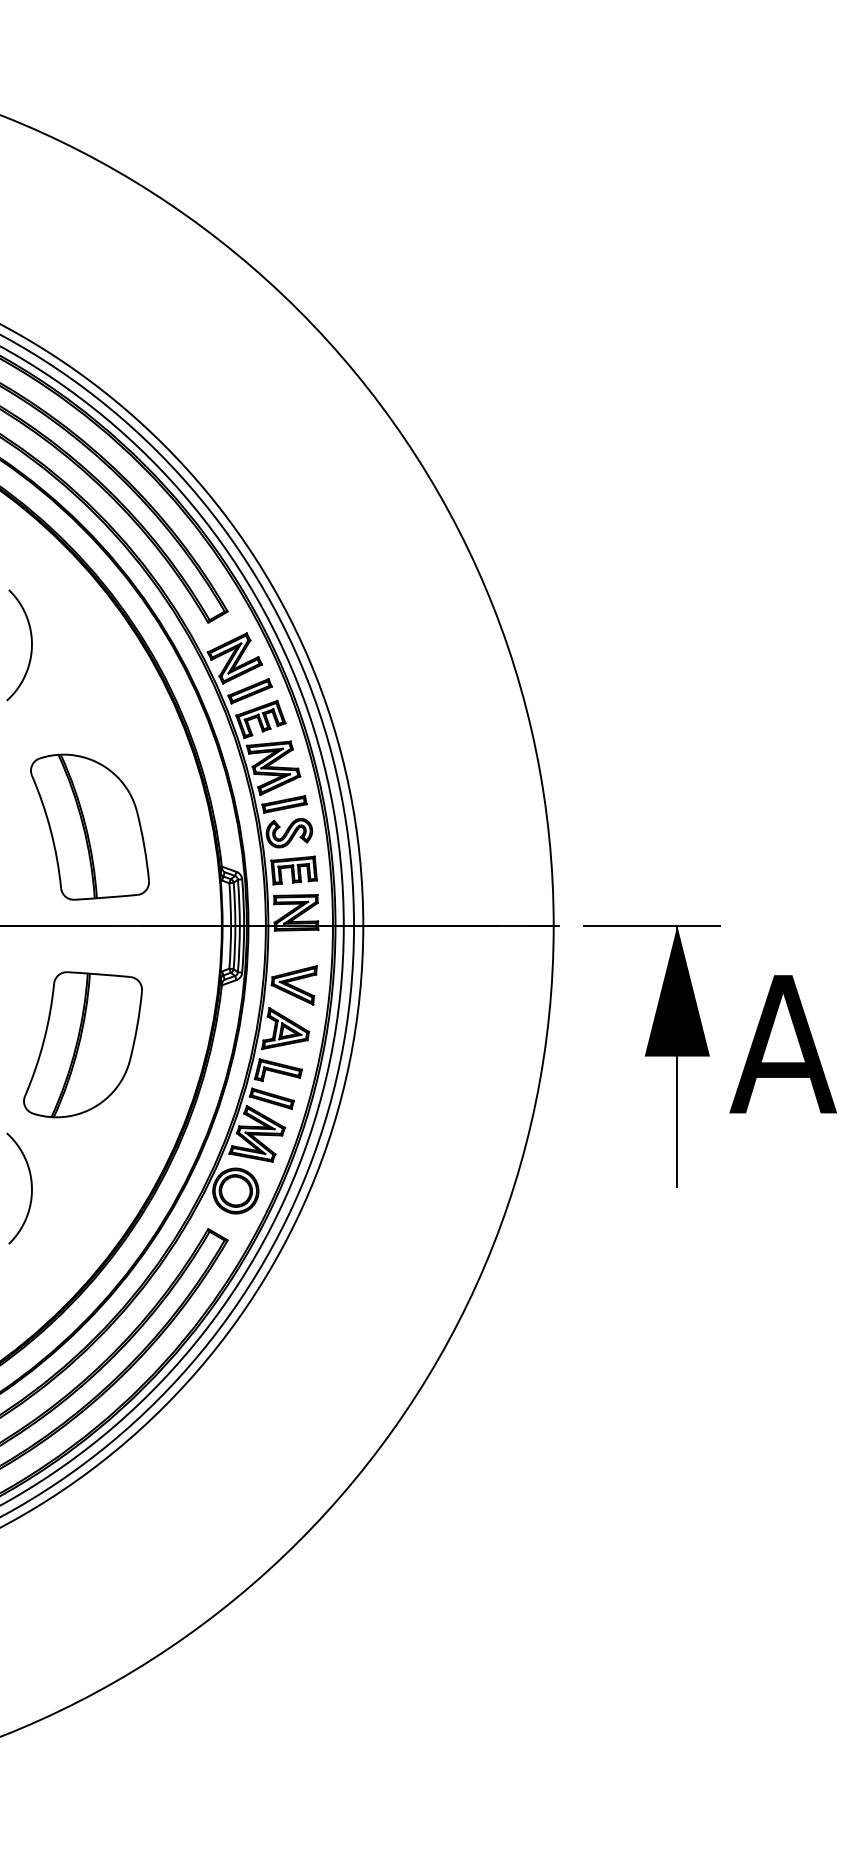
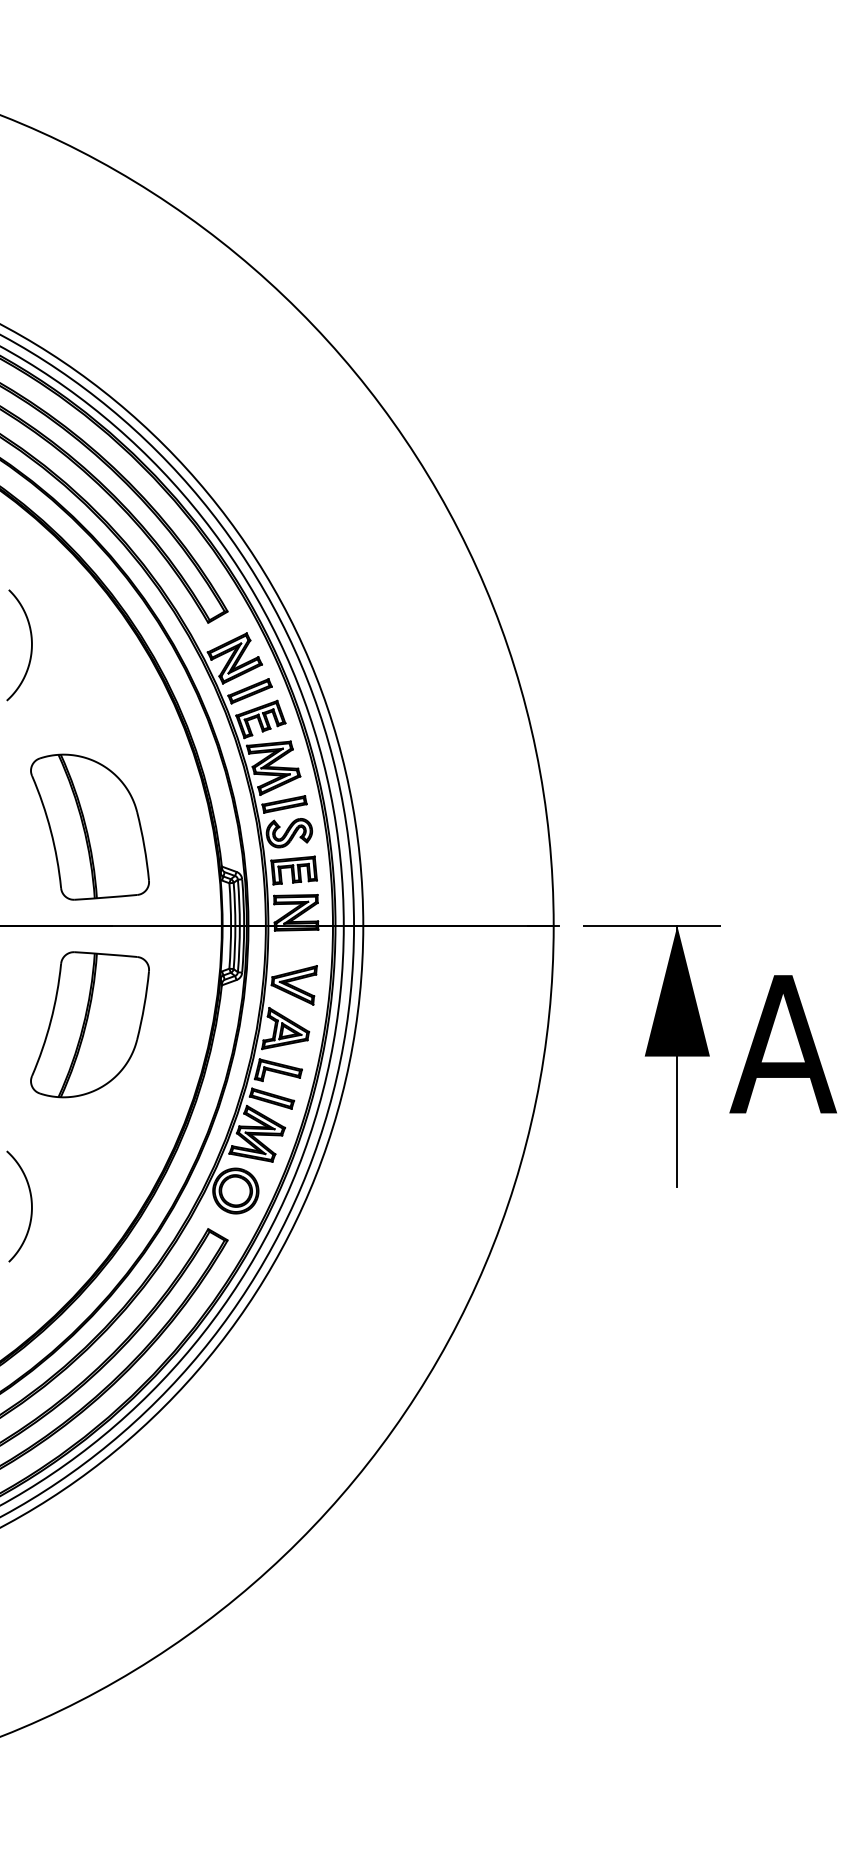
part at (82, 1044) position: (82, 1044) -> (89, 1024)
curve at (30, 1184) position: (30, 1184) -> (30, 1202)
